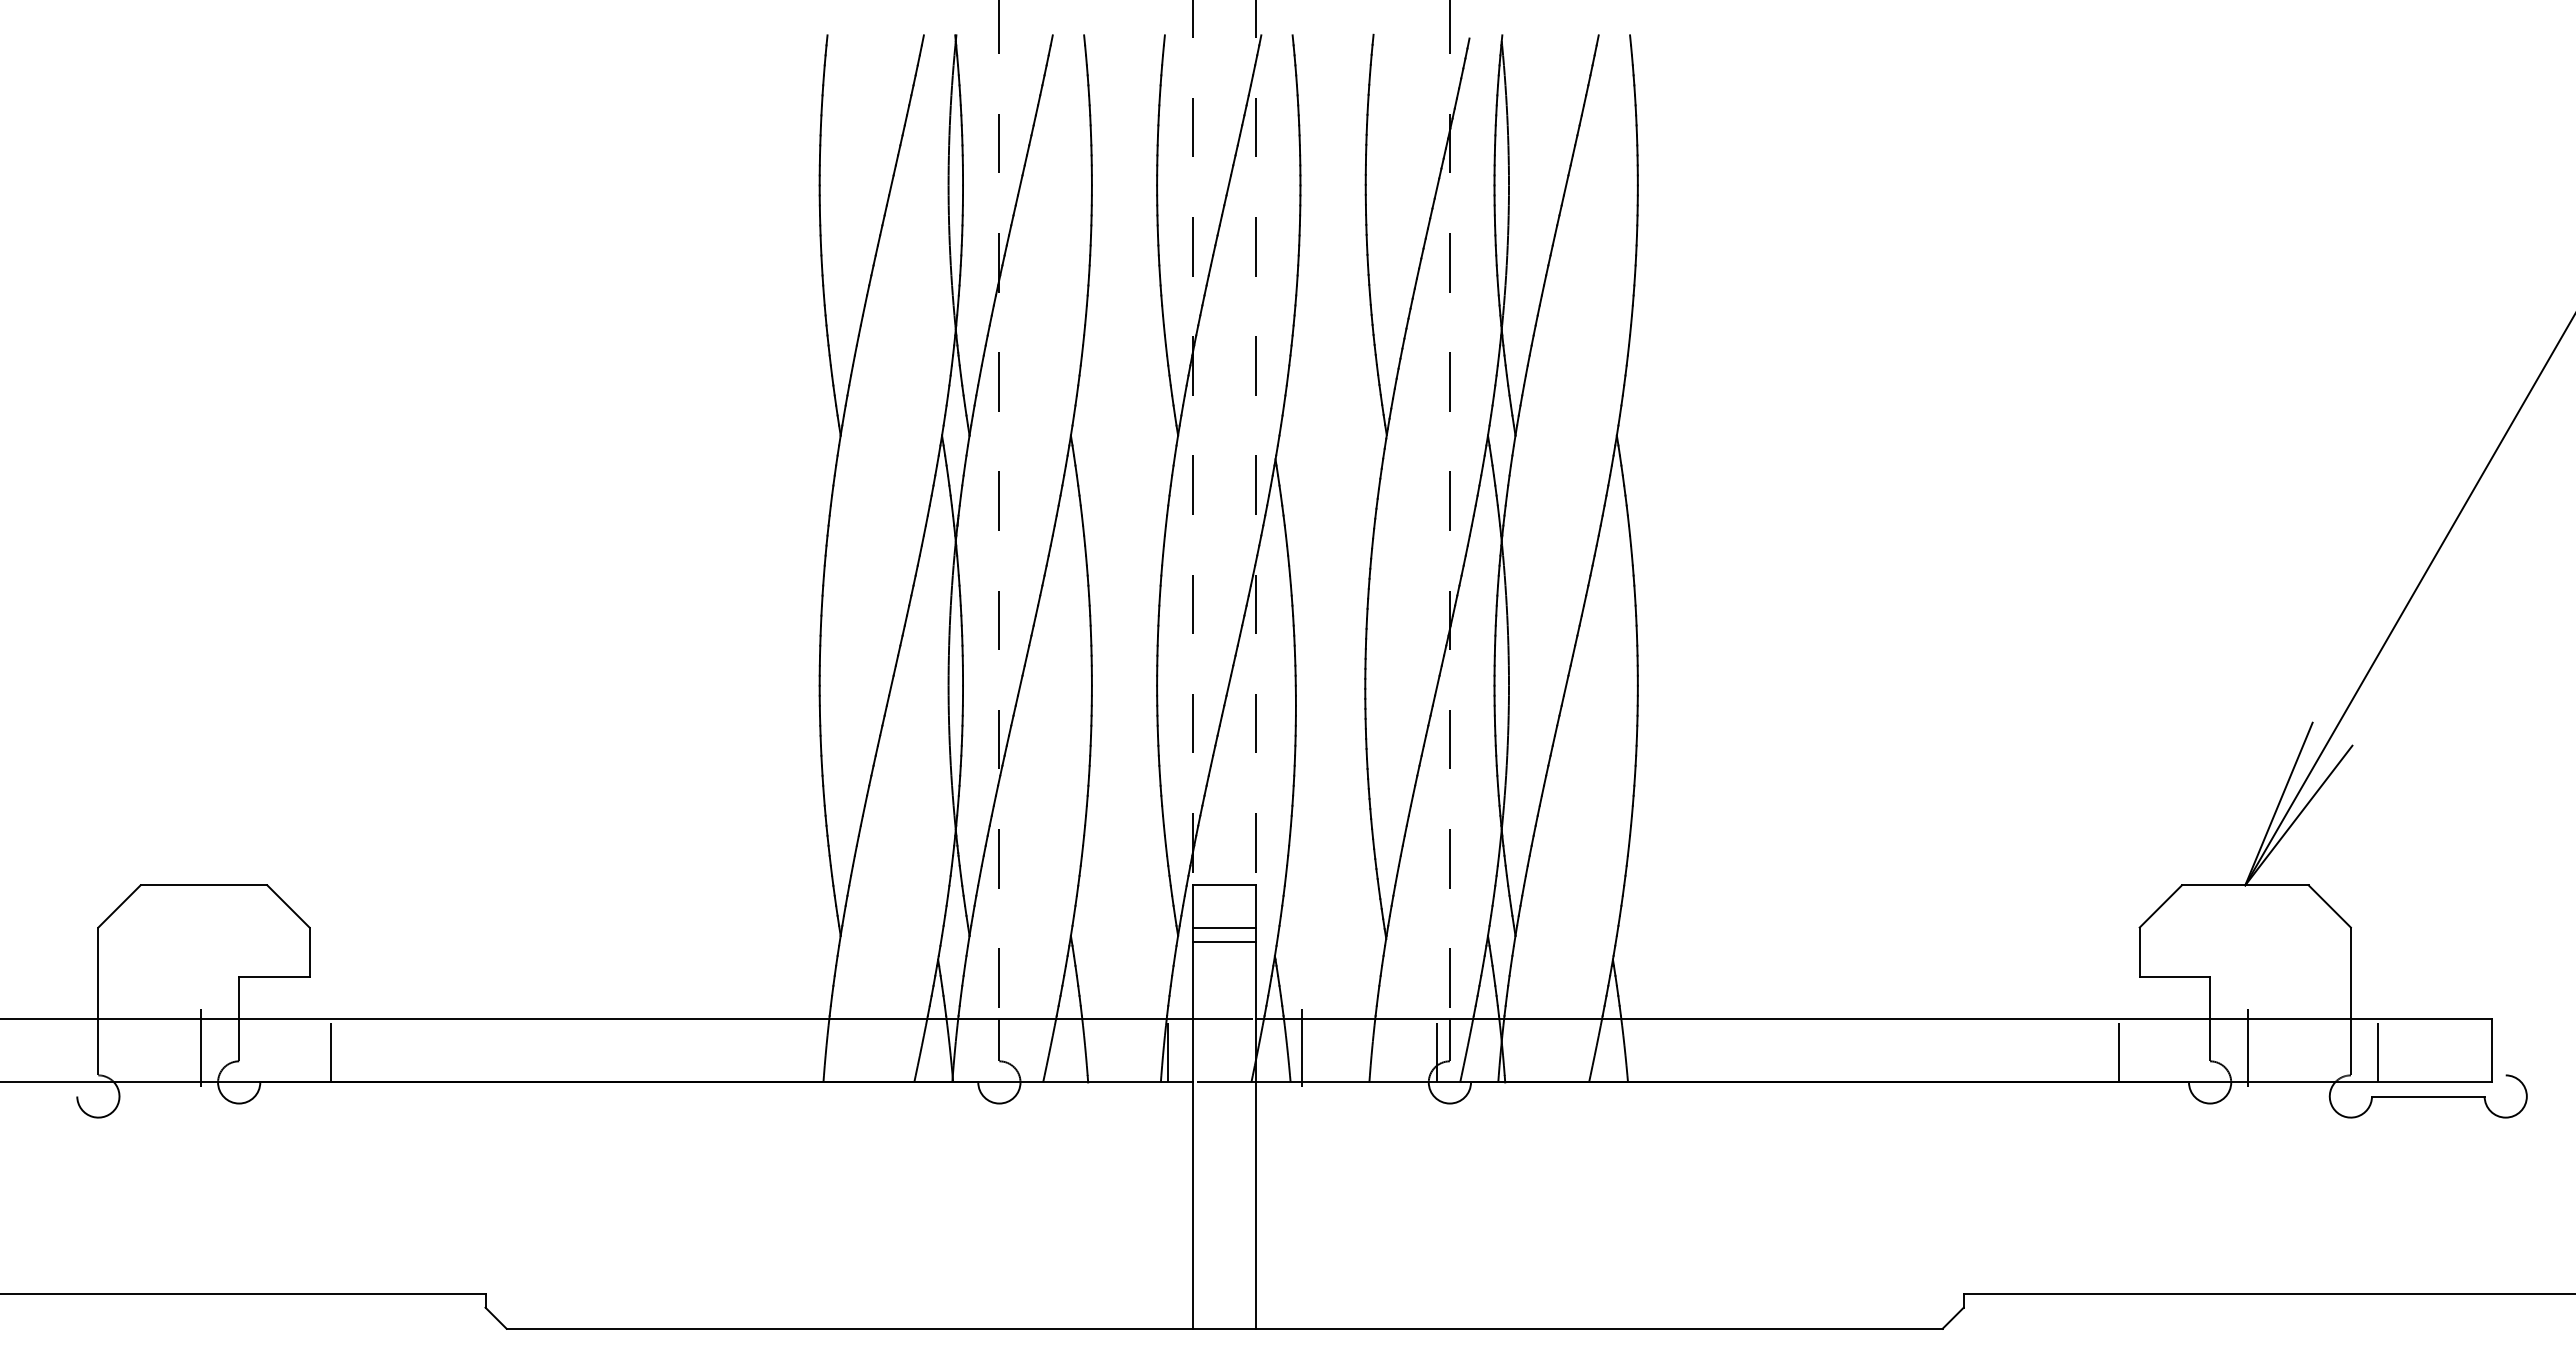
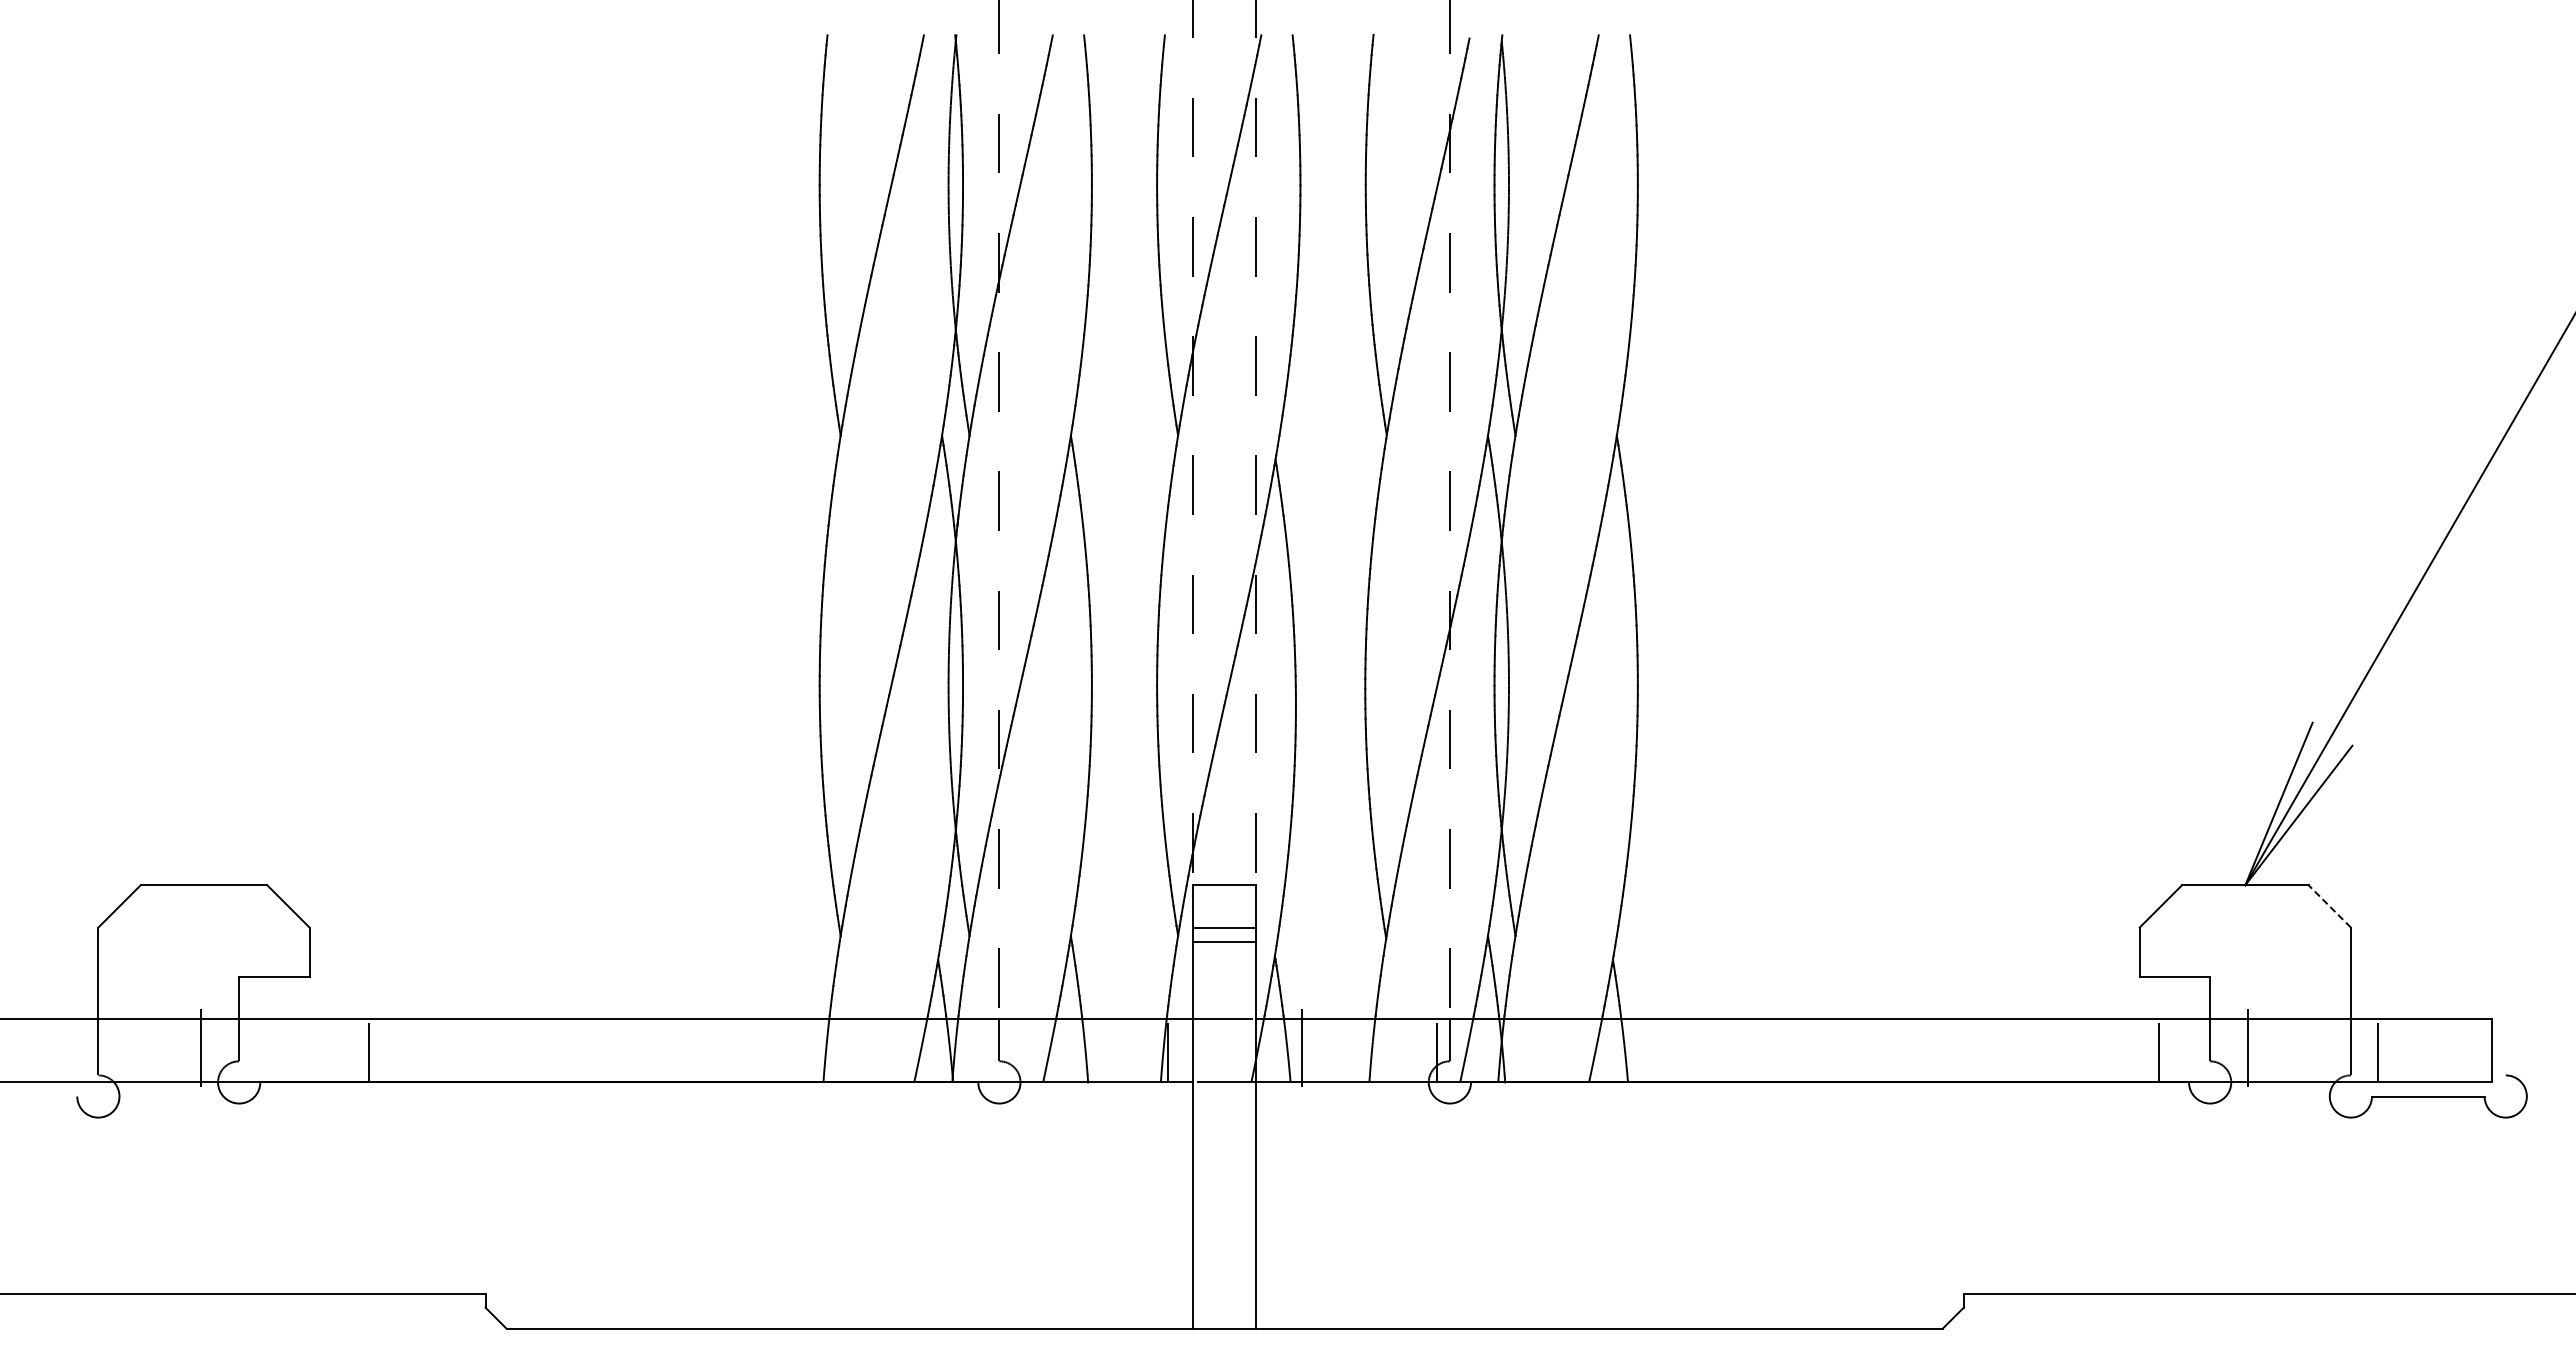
line at (2329, 906): solid -> dashed
line at (330, 1050) position: (330, 1050) -> (368, 1050)
line at (2118, 1050) position: (2118, 1050) -> (2158, 1050)
